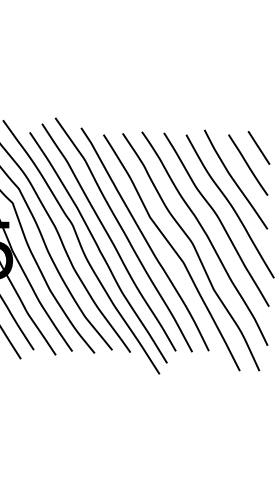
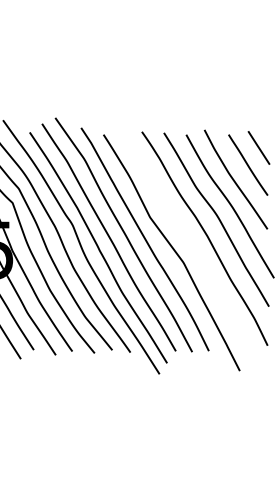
curve at (194, 250): present -> none
